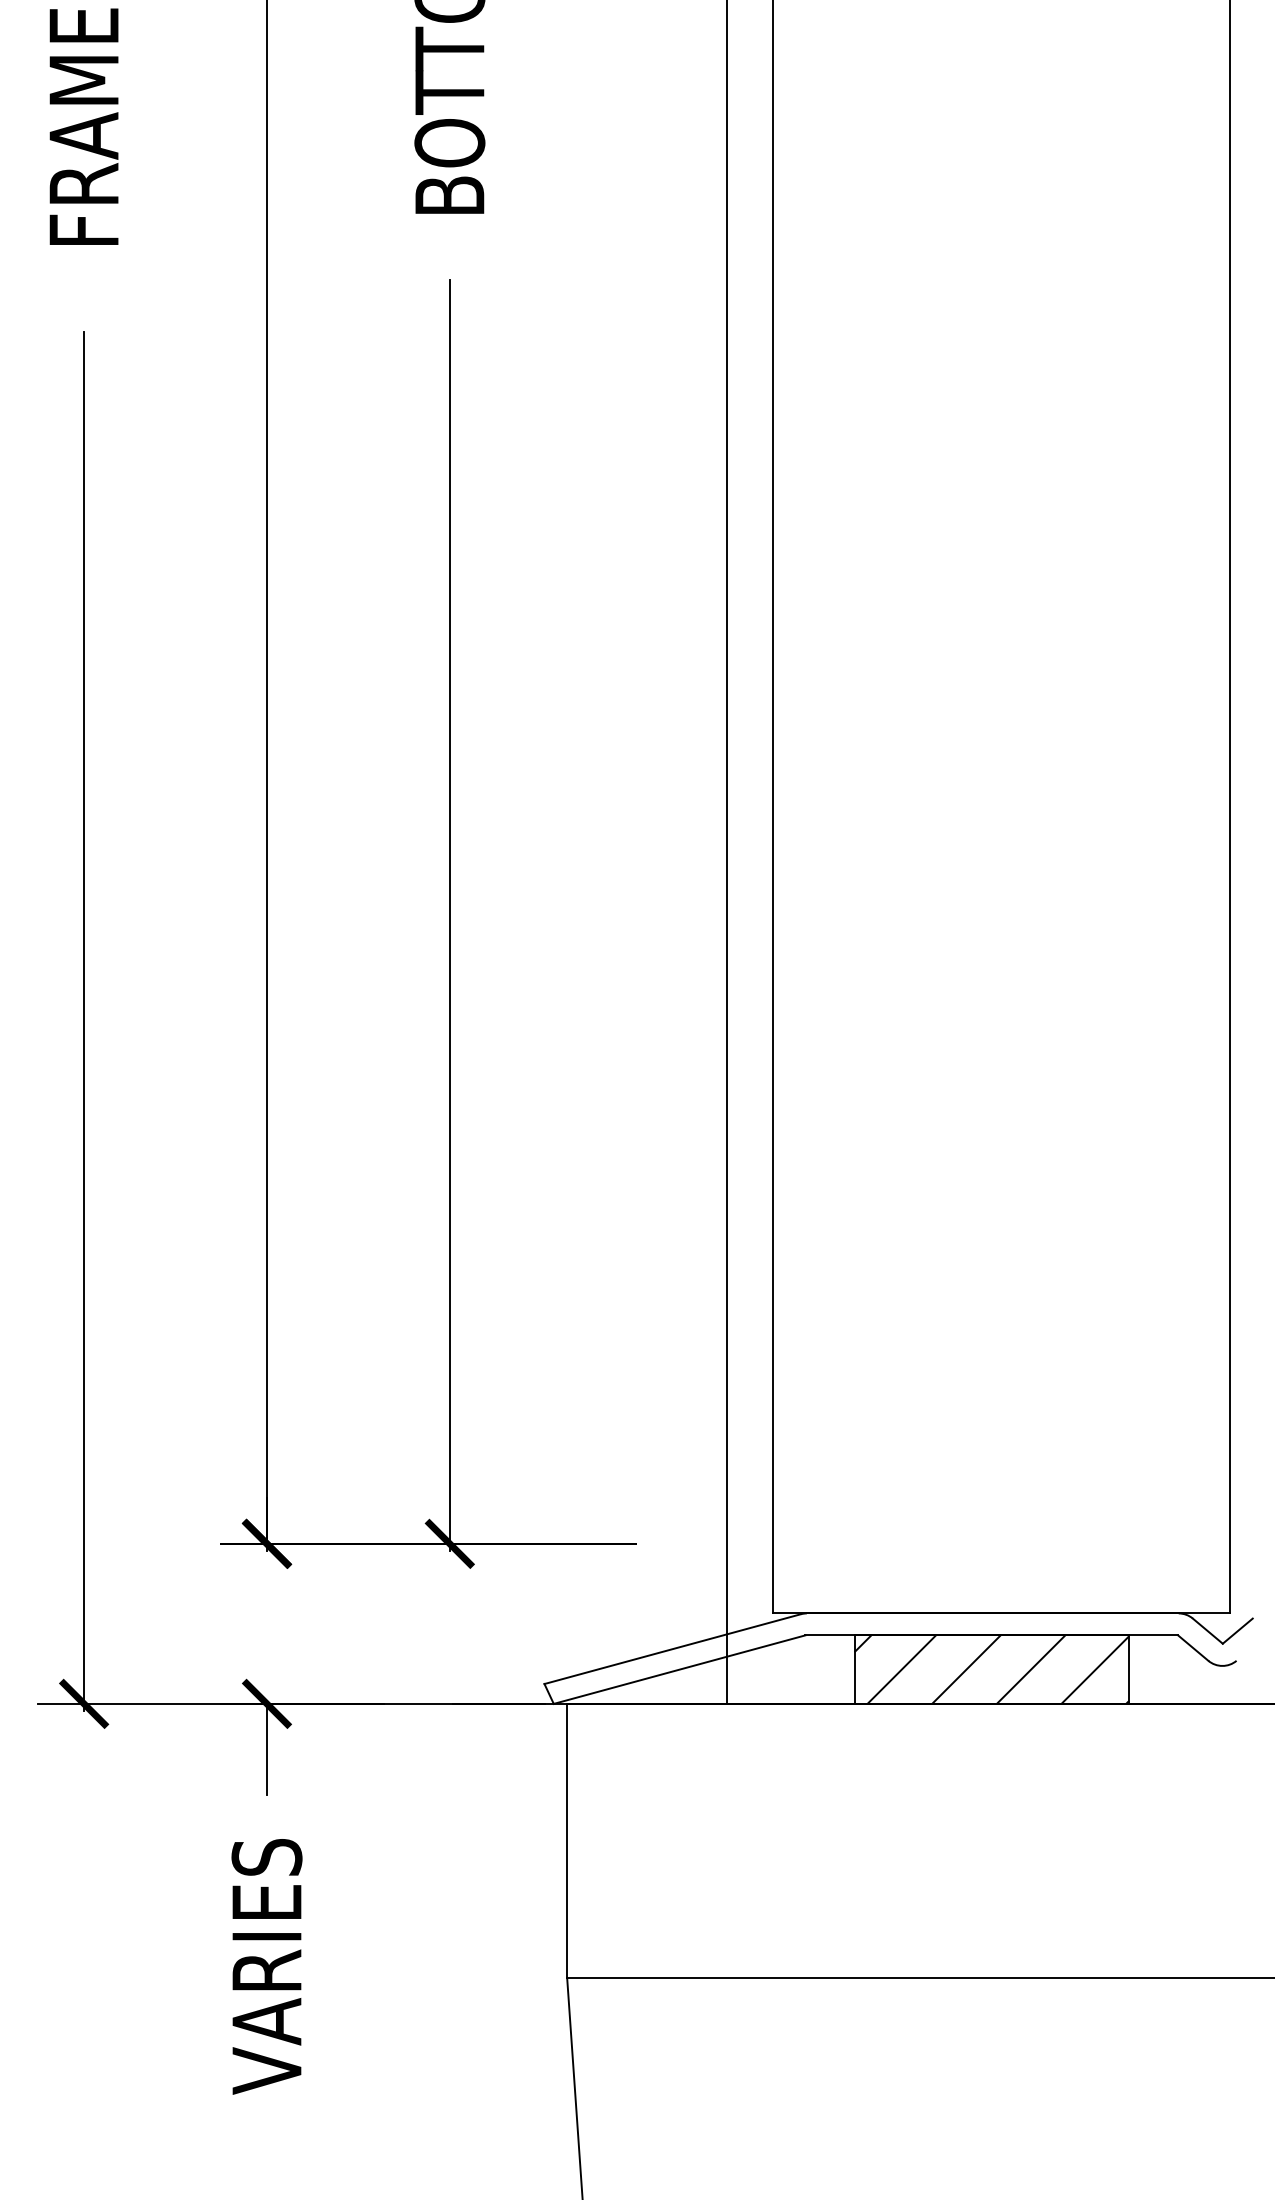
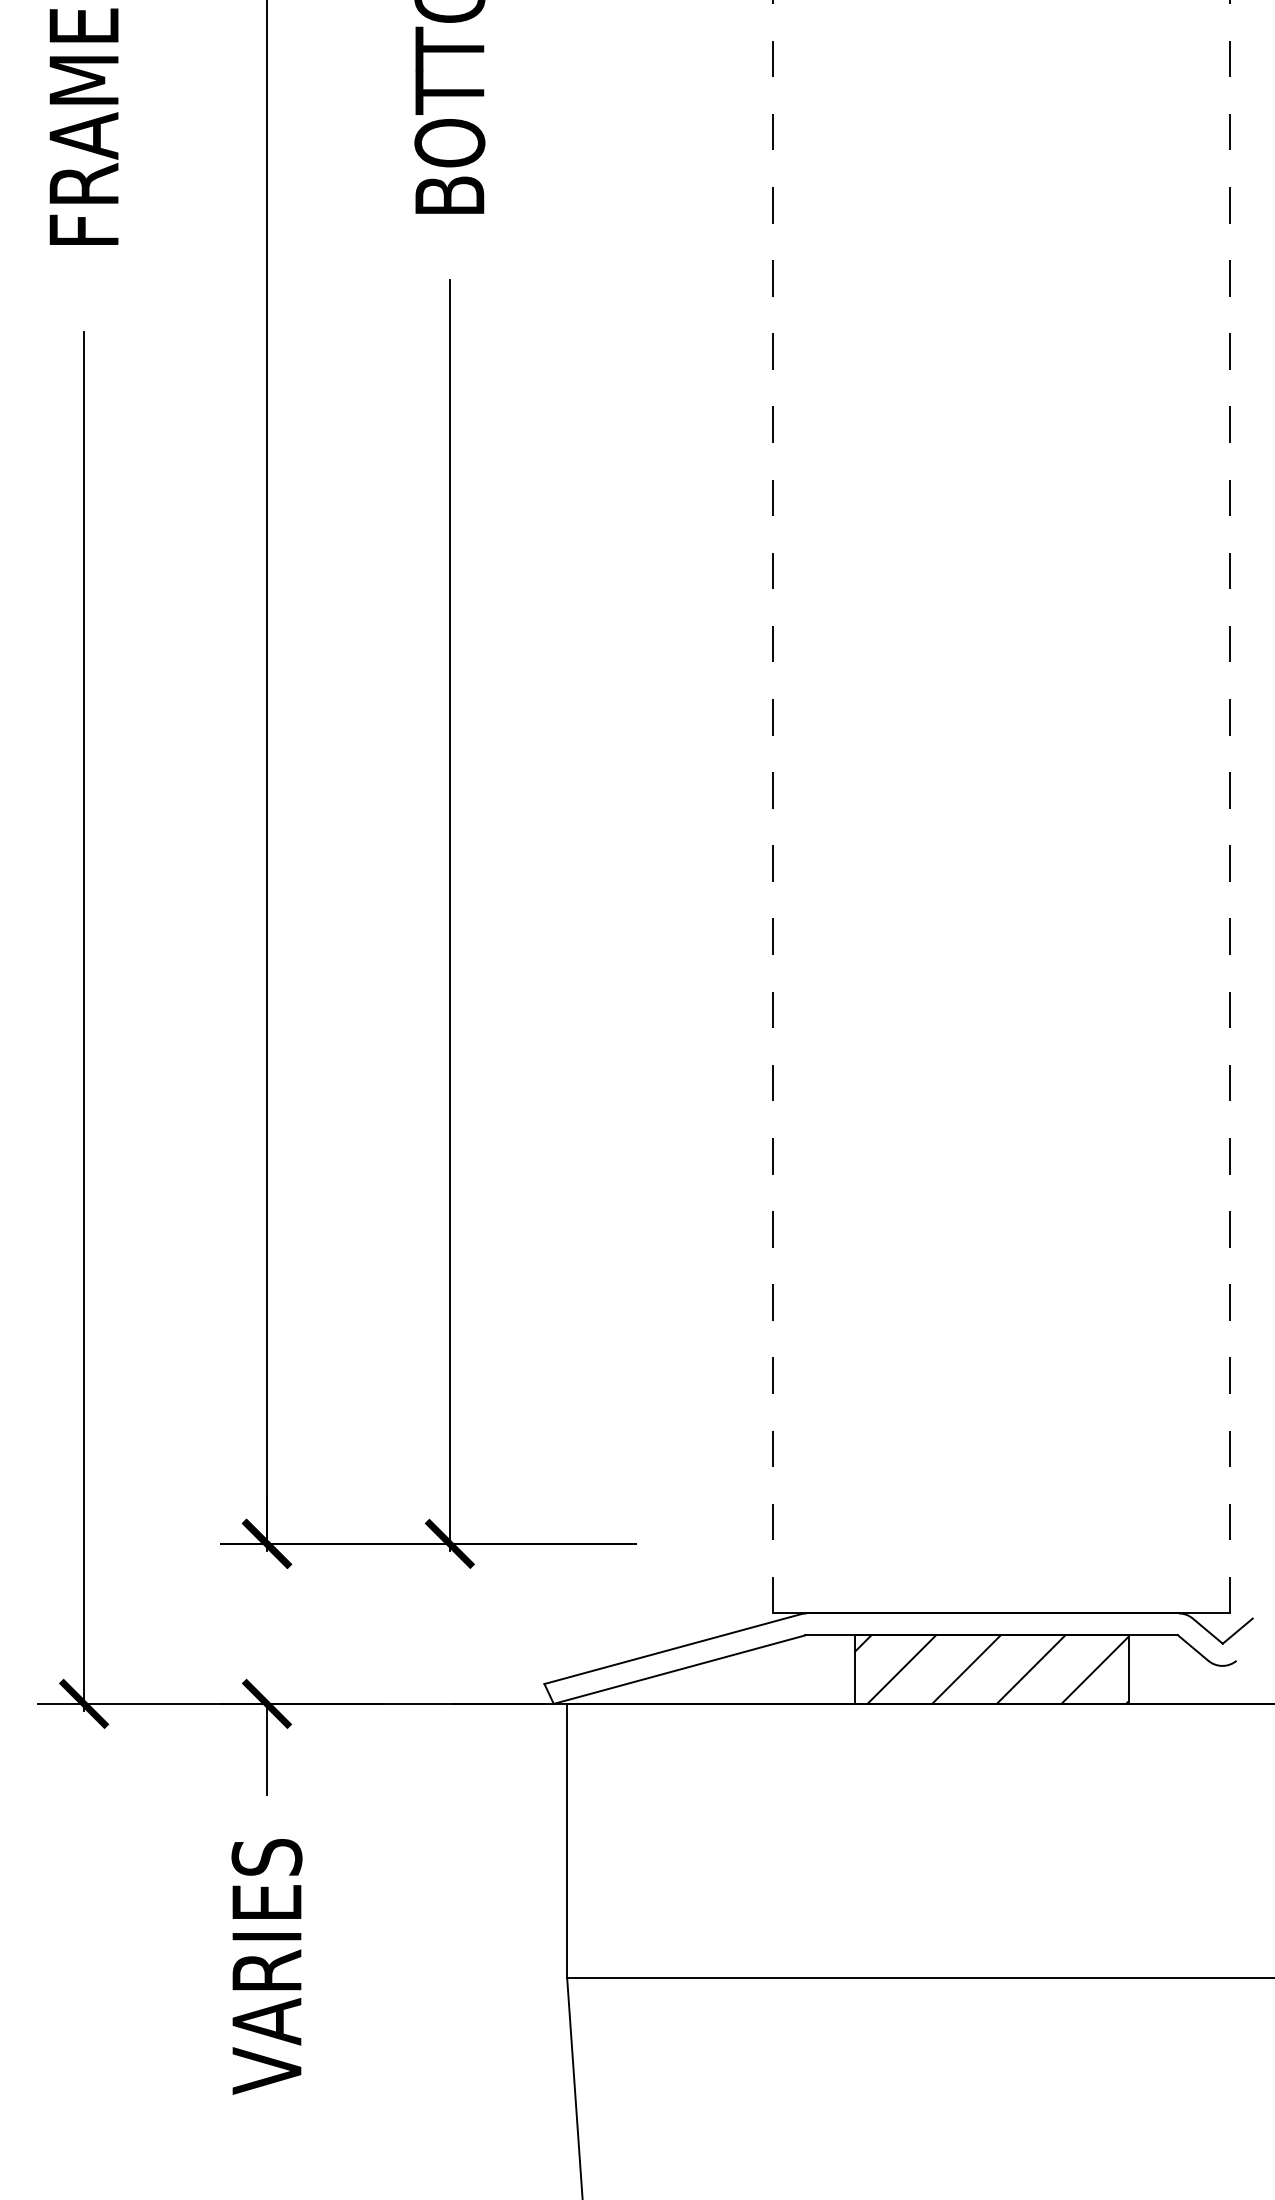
line at (773, 806): solid -> dashed
line at (1230, 806): solid -> dashed
line at (727, 852): present -> none
